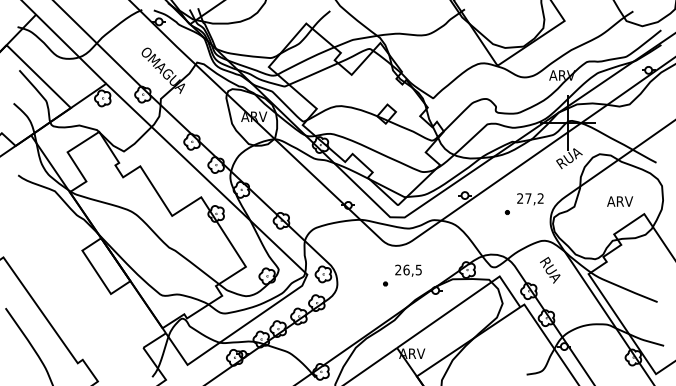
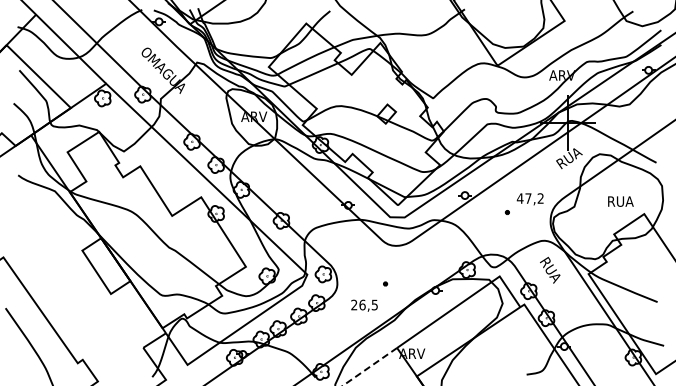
text at (519, 198): 27,2 -> 47,2
text at (620, 201): ARV -> RUA
text at (408, 270) position: (408, 270) -> (364, 305)
line at (370, 366): solid -> dashed
